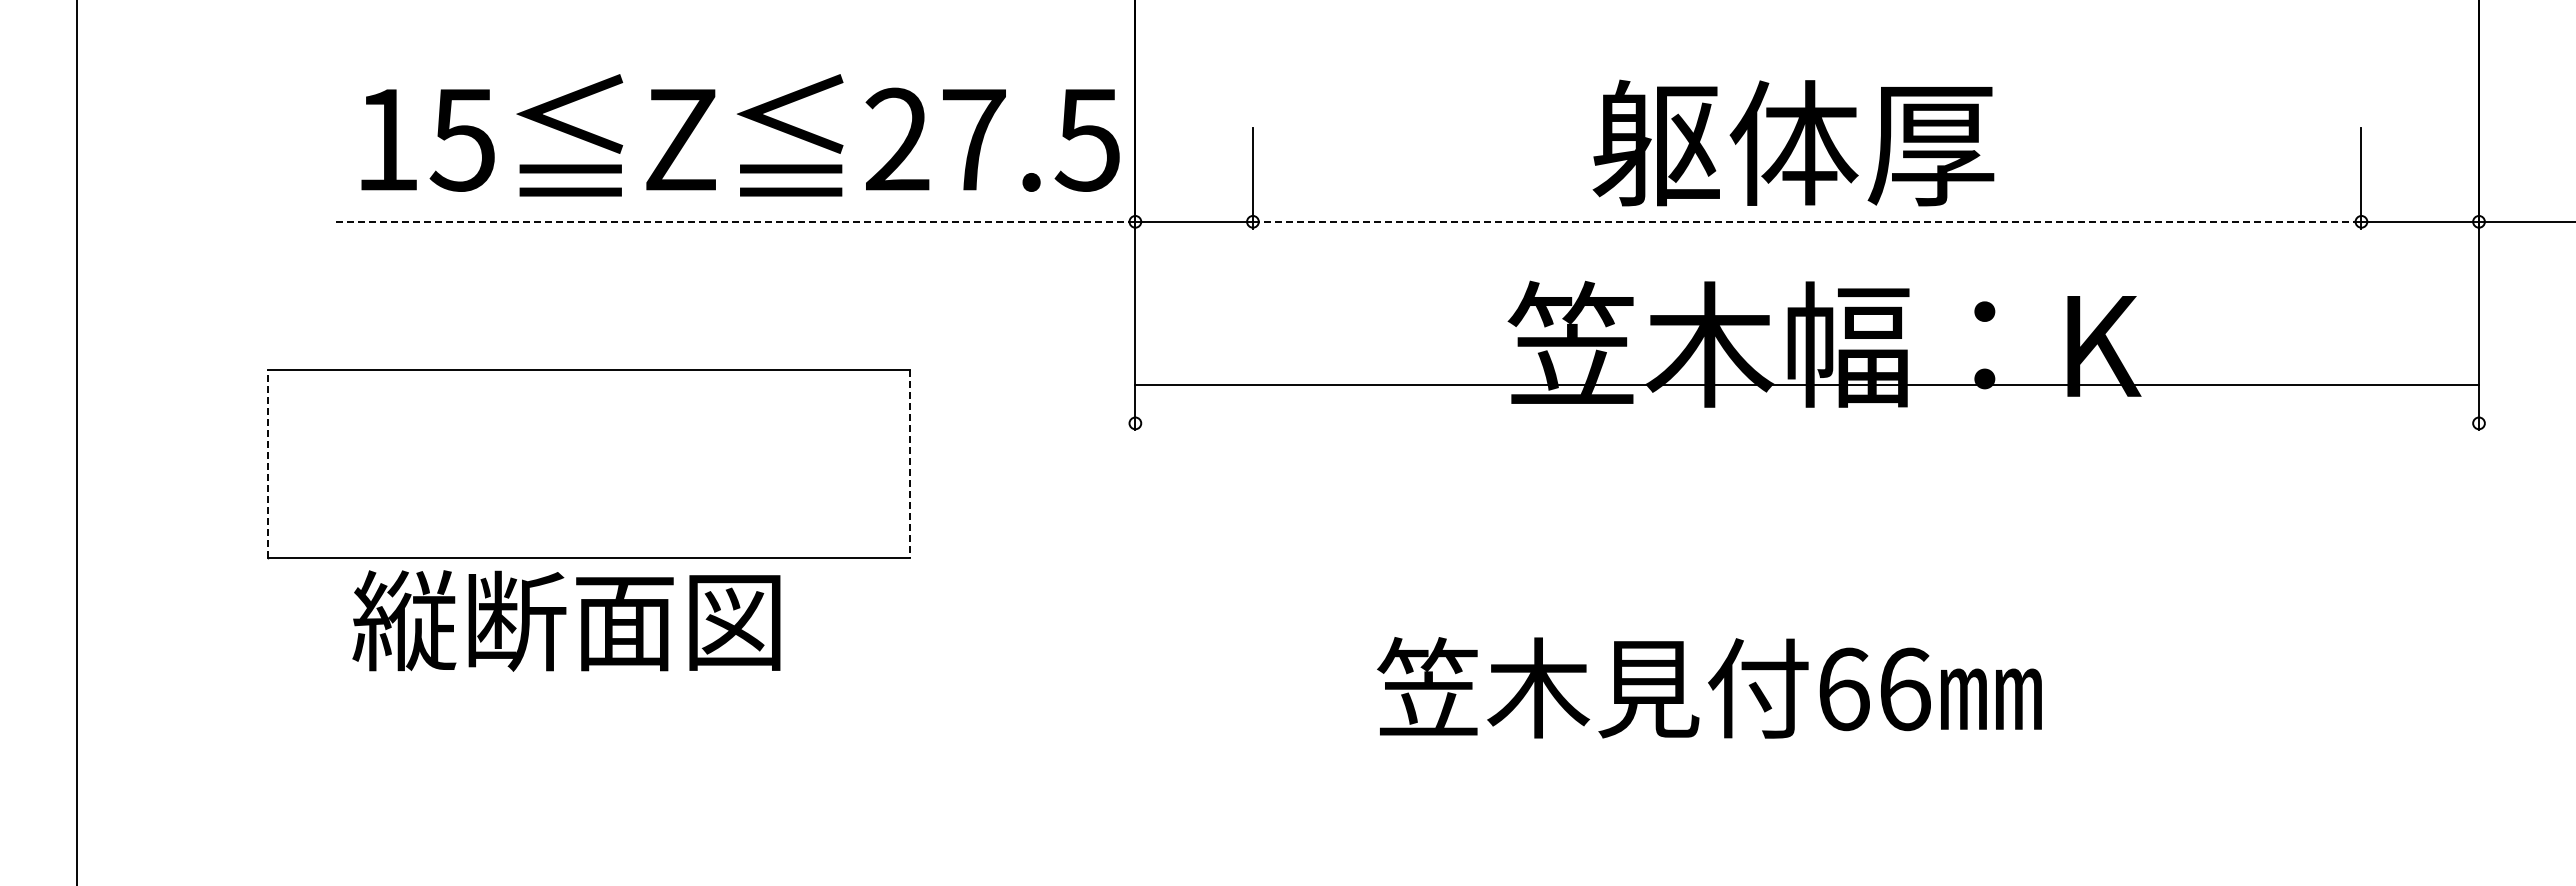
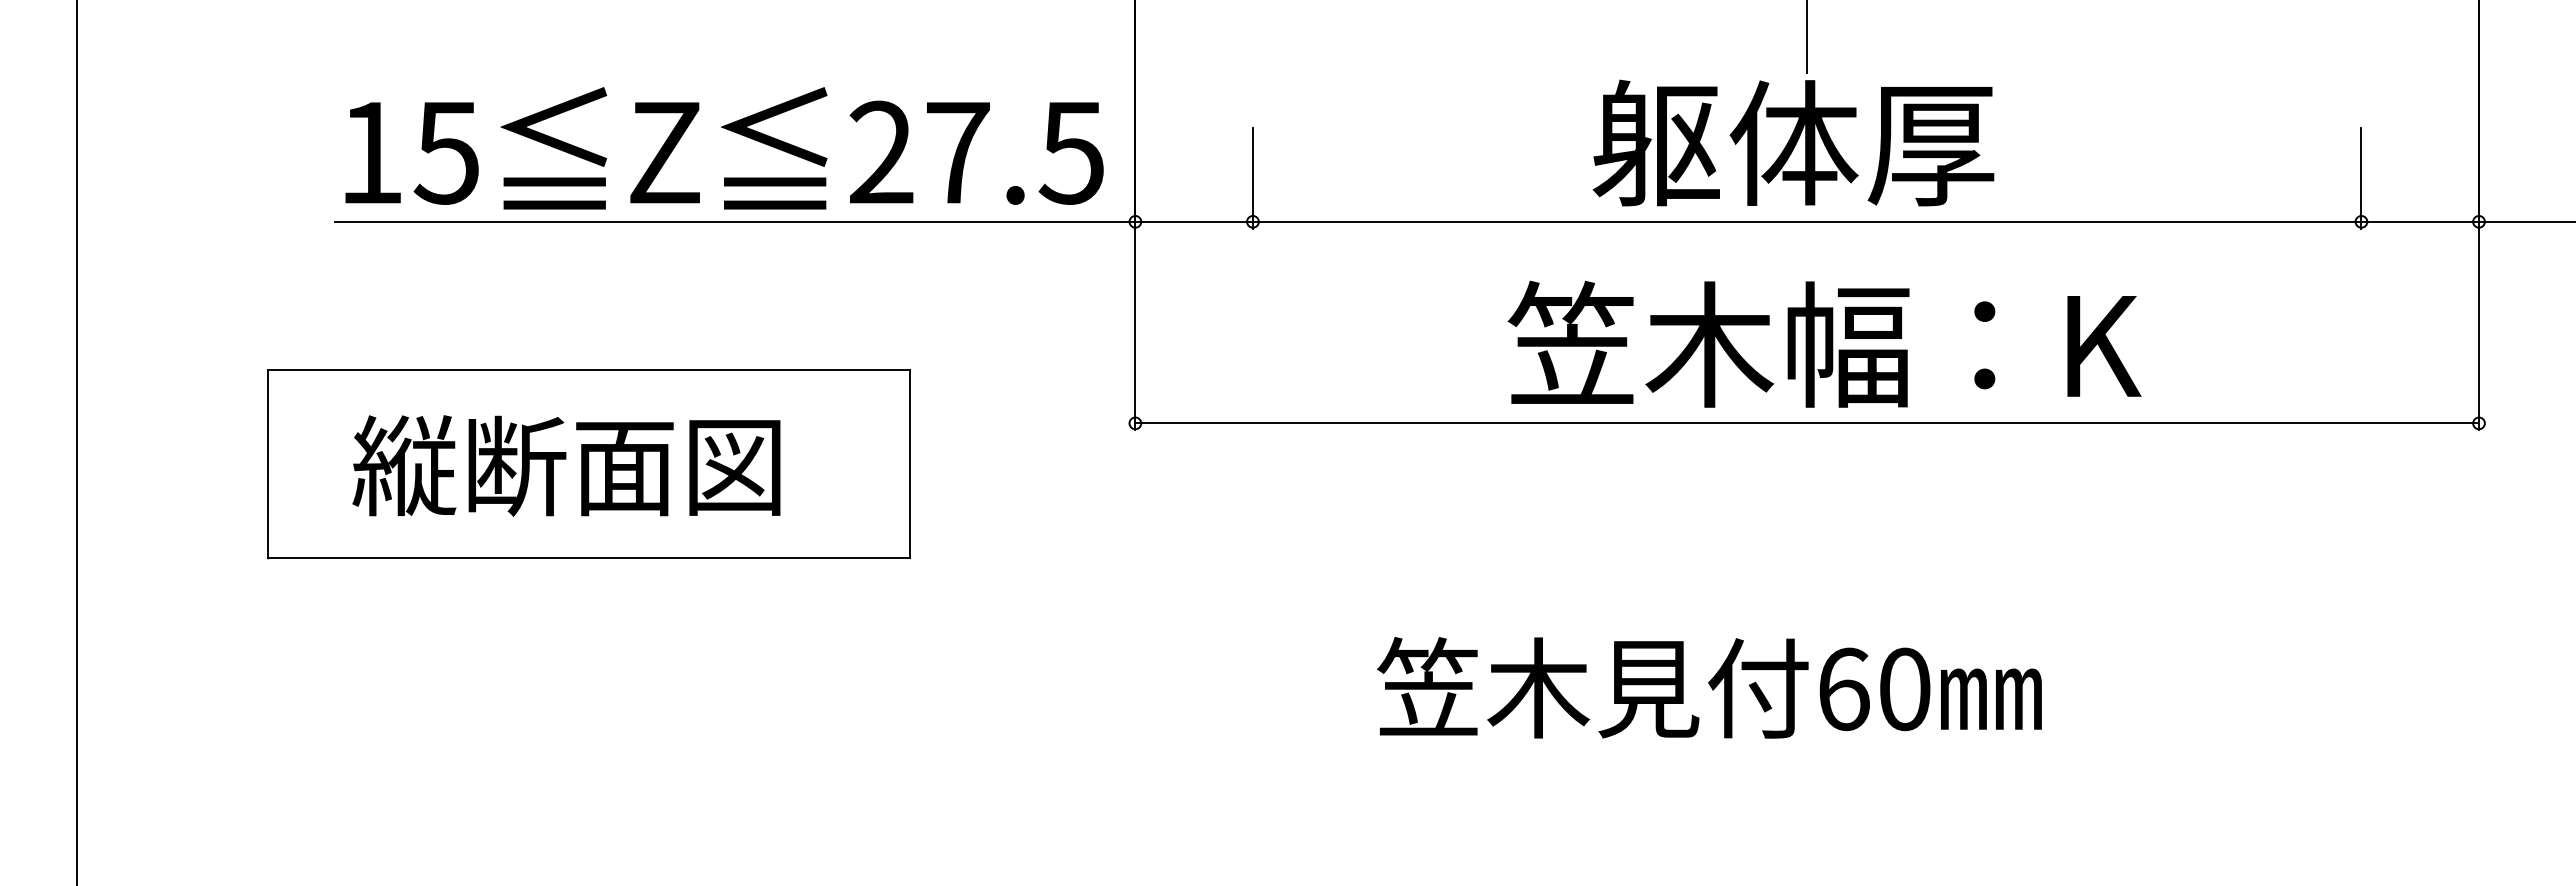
line at (1807, 38): none -> present
text at (740, 135) position: (740, 135) -> (724, 148)
line at (735, 221): dashed -> solid
line at (1807, 221): dashed -> solid
line at (1807, 385) position: (1807, 385) -> (1807, 423)
line at (268, 463): dashed -> solid
line at (910, 464): dashed -> solid
text at (566, 620) position: (566, 620) -> (566, 465)
text at (1905, 689): 66 -> 60
